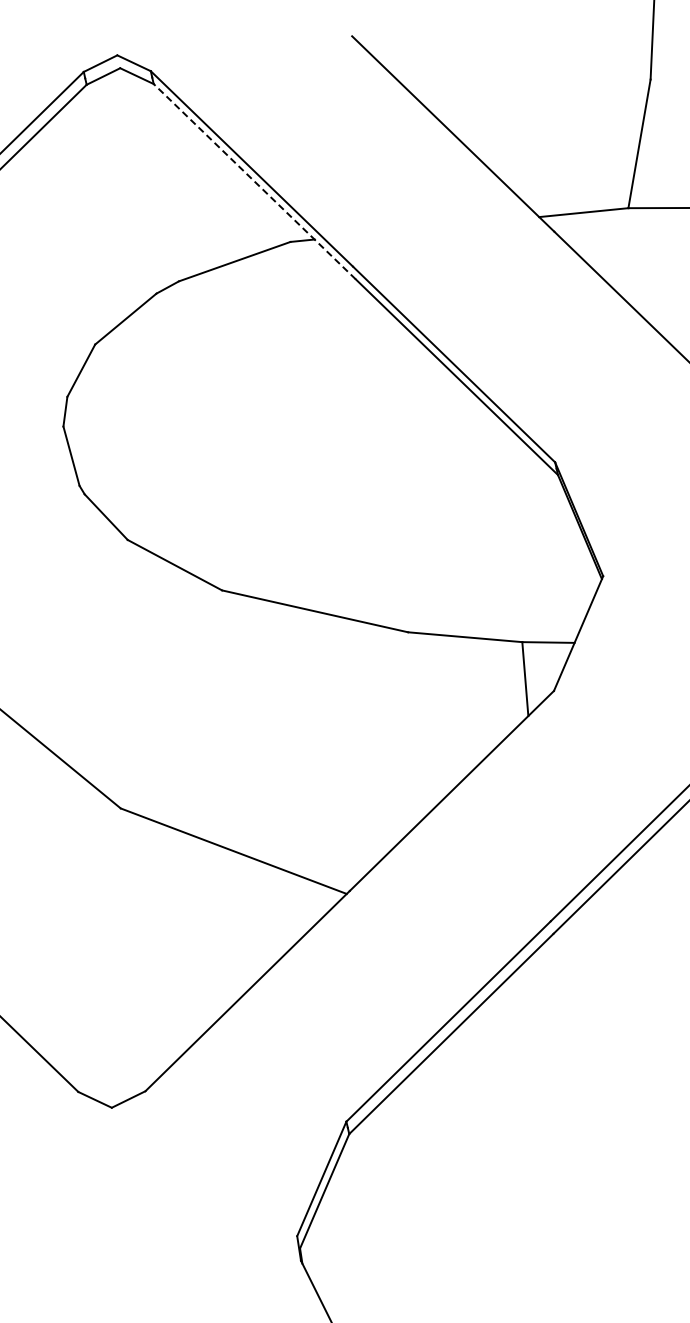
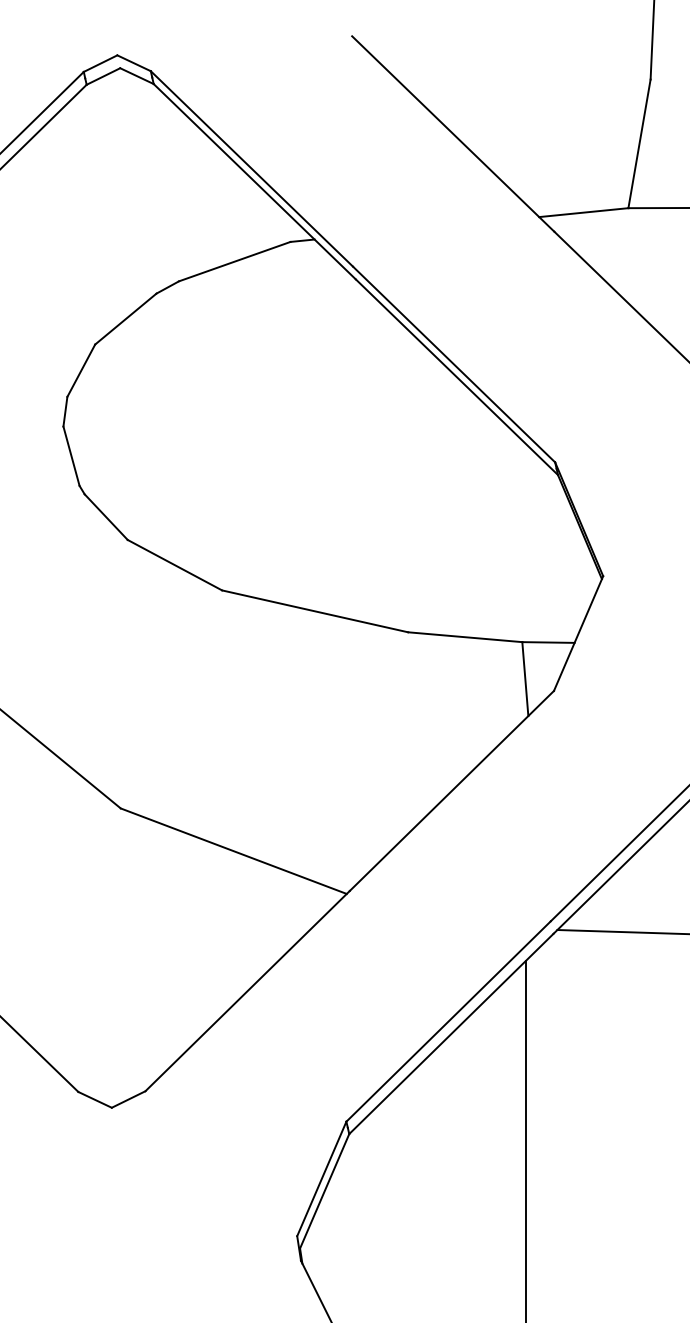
line at (254, 181): dashed -> solid
line at (621, 932): none -> present
line at (525, 1140): none -> present
